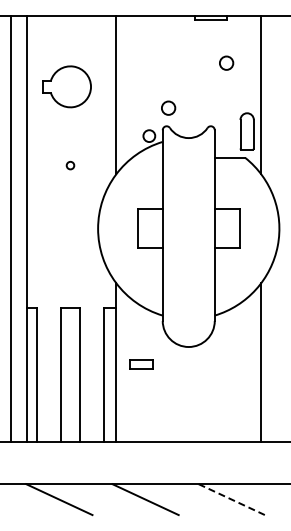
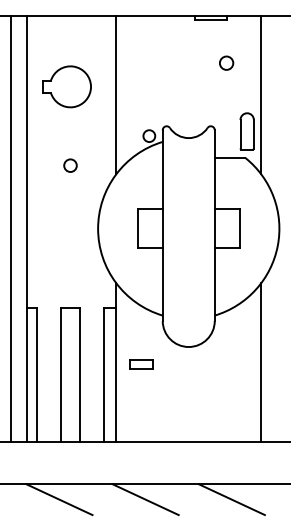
circle at (168, 107): present -> none
circle at (70, 165) size: 11x10 px -> 15x15 px
line at (231, 499): dashed -> solid
